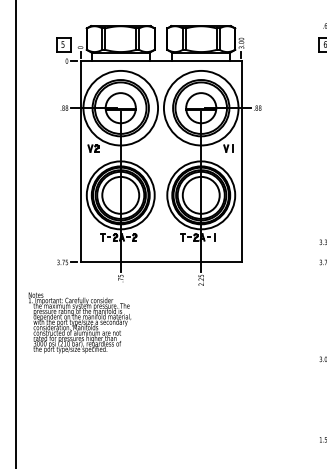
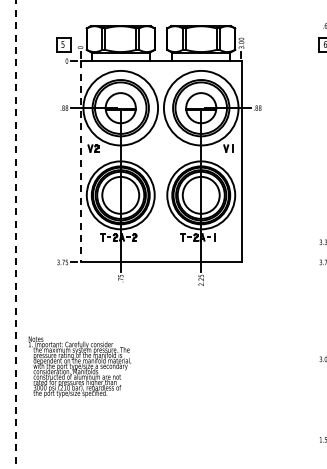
line at (80, 161): solid -> dashed
line at (16, 234): solid -> dashed
text at (79, 322) position: (79, 322) -> (79, 366)
